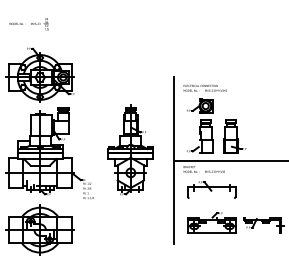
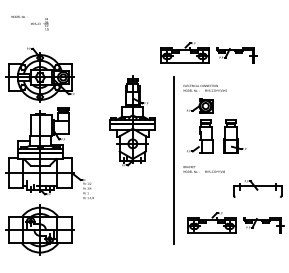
text at (15, 23) position: (15, 23) -> (17, 16)
part at (208, 52): none -> present
part at (130, 149) position: (130, 149) -> (132, 120)
line at (229, 160): present -> none
part at (211, 189) position: (211, 189) -> (257, 188)
